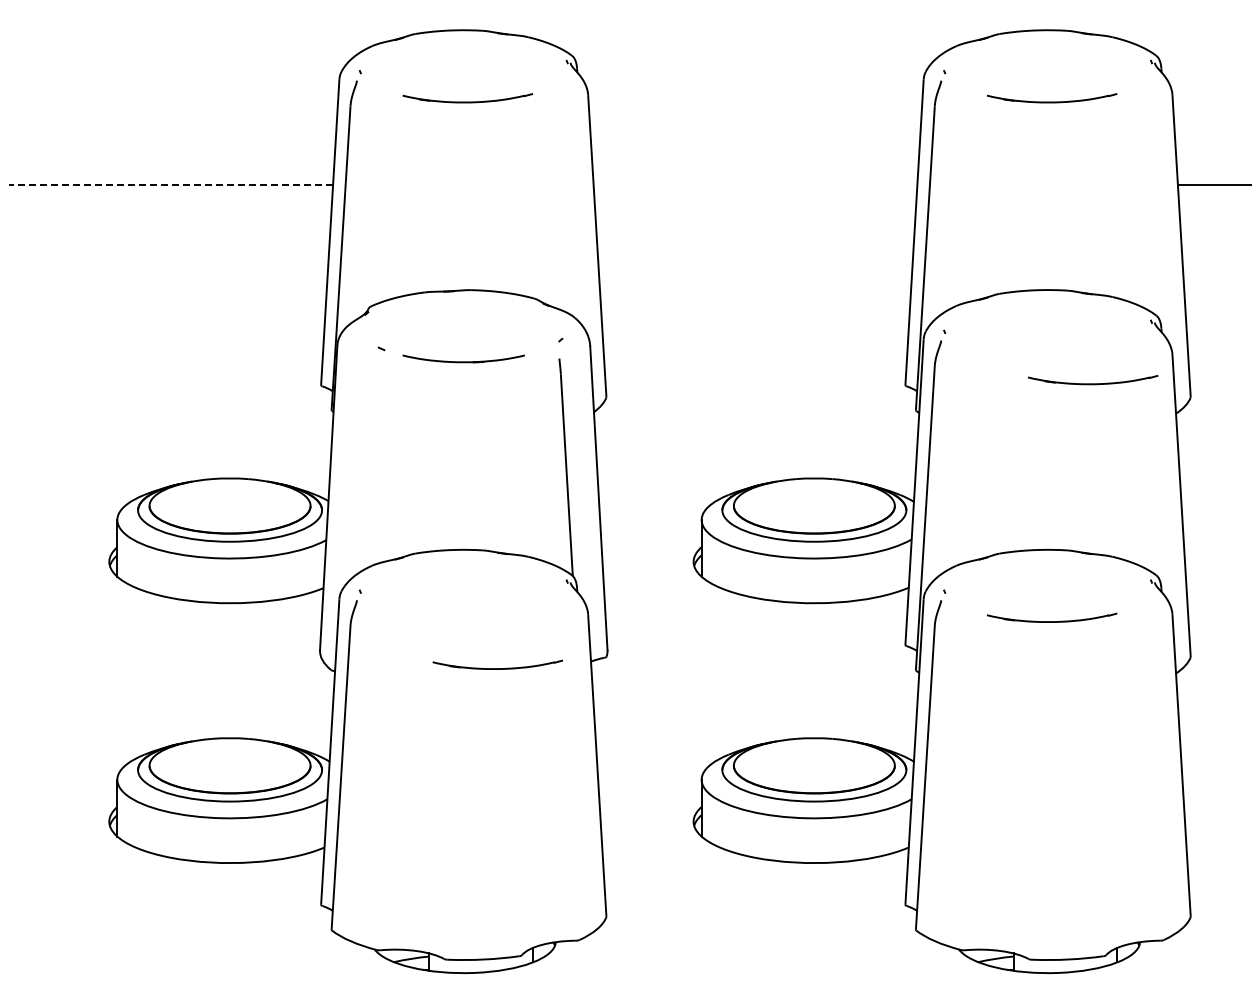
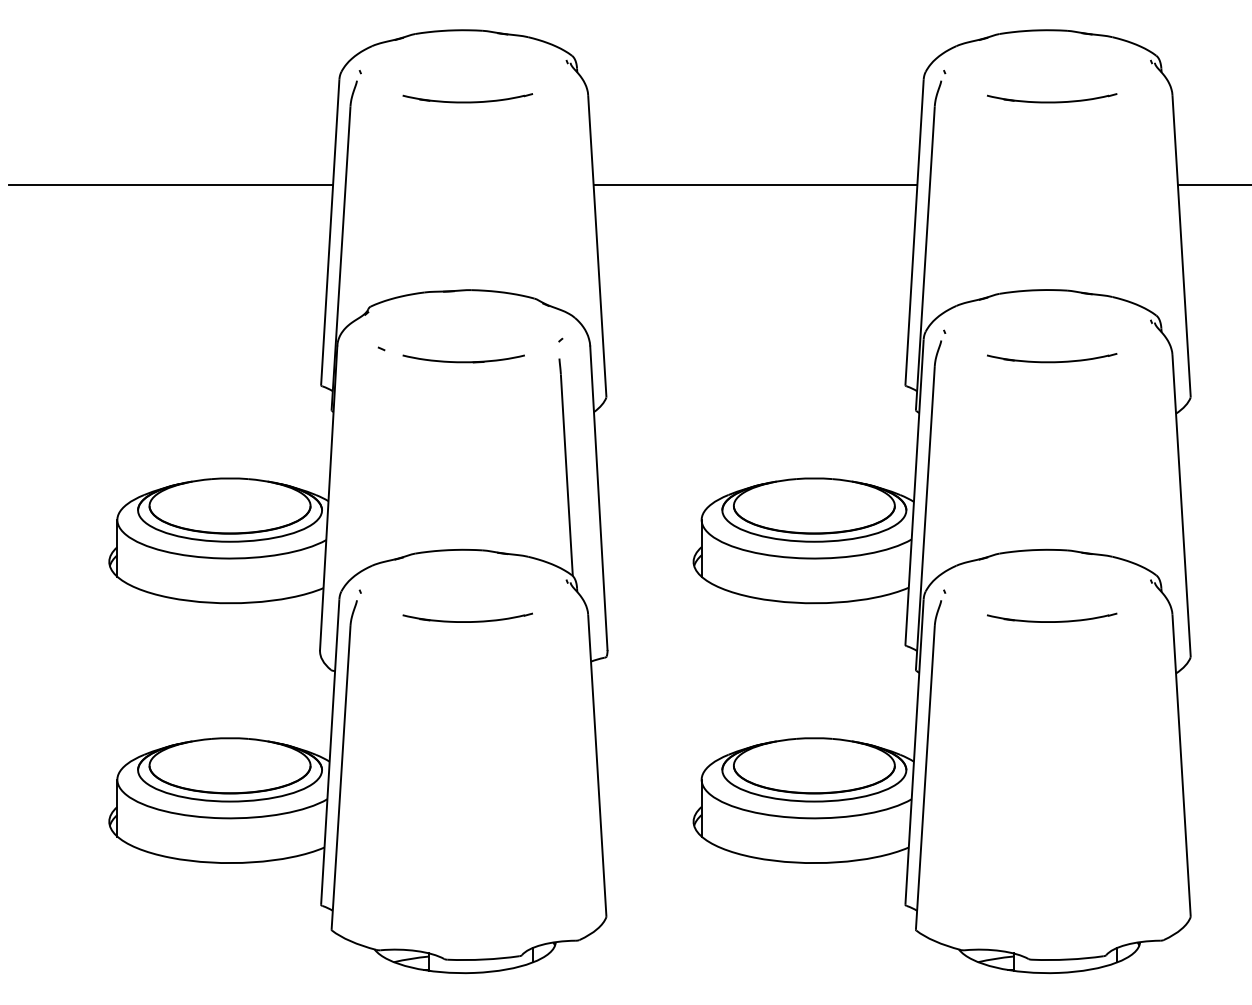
line at (171, 184): dashed -> solid
line at (755, 184): none -> present
part at (1093, 380) position: (1093, 380) -> (1052, 358)
part at (497, 664) position: (497, 664) -> (467, 617)
